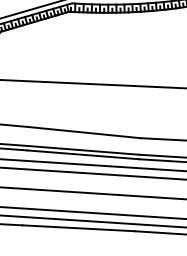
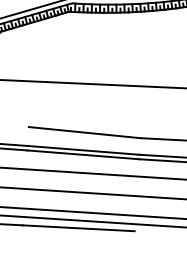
line at (15, 125): present -> none
line at (92, 165): present -> none
line at (158, 232): present -> none
